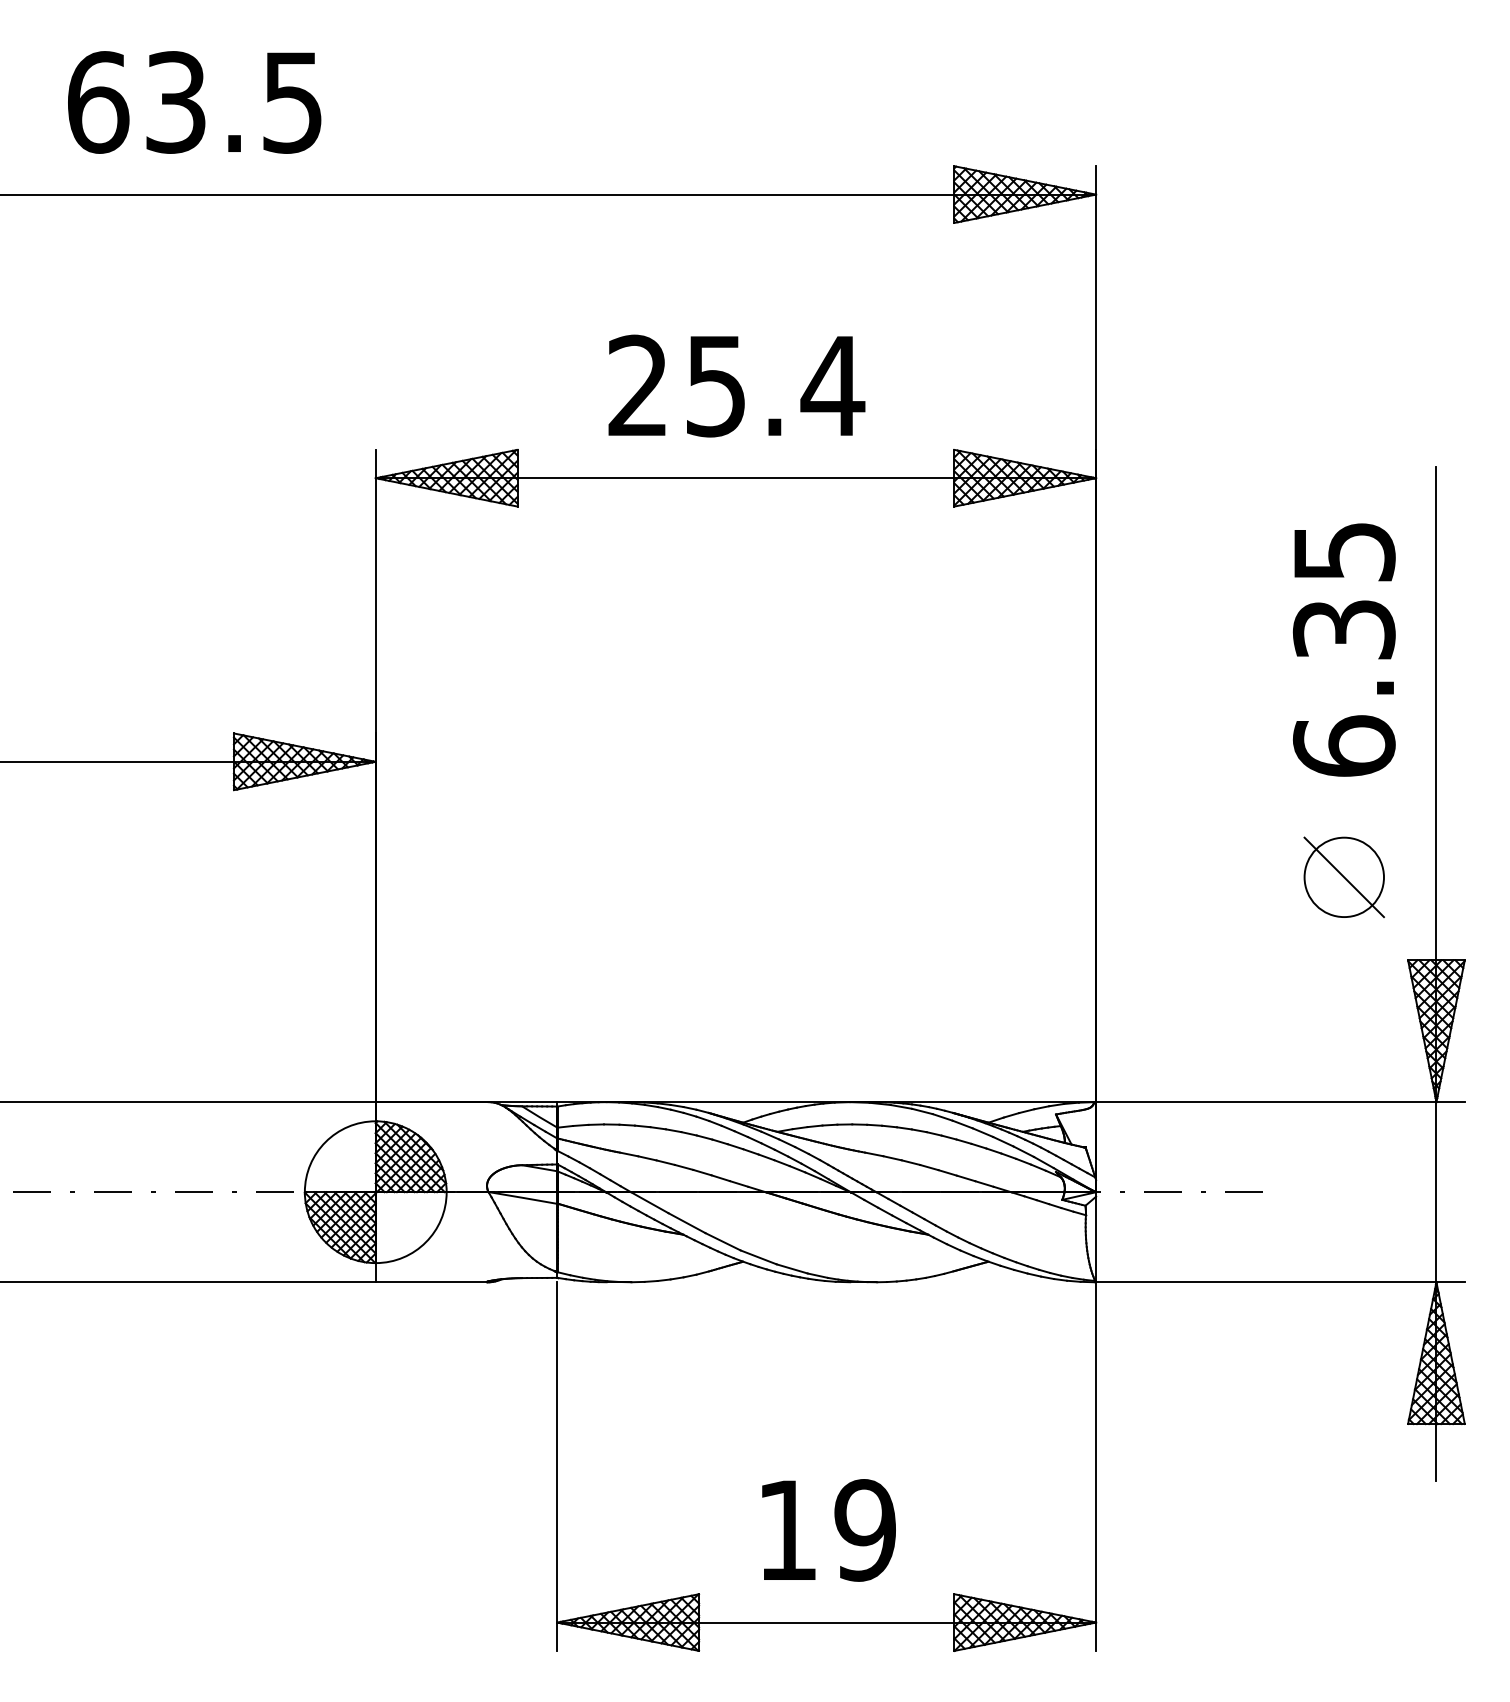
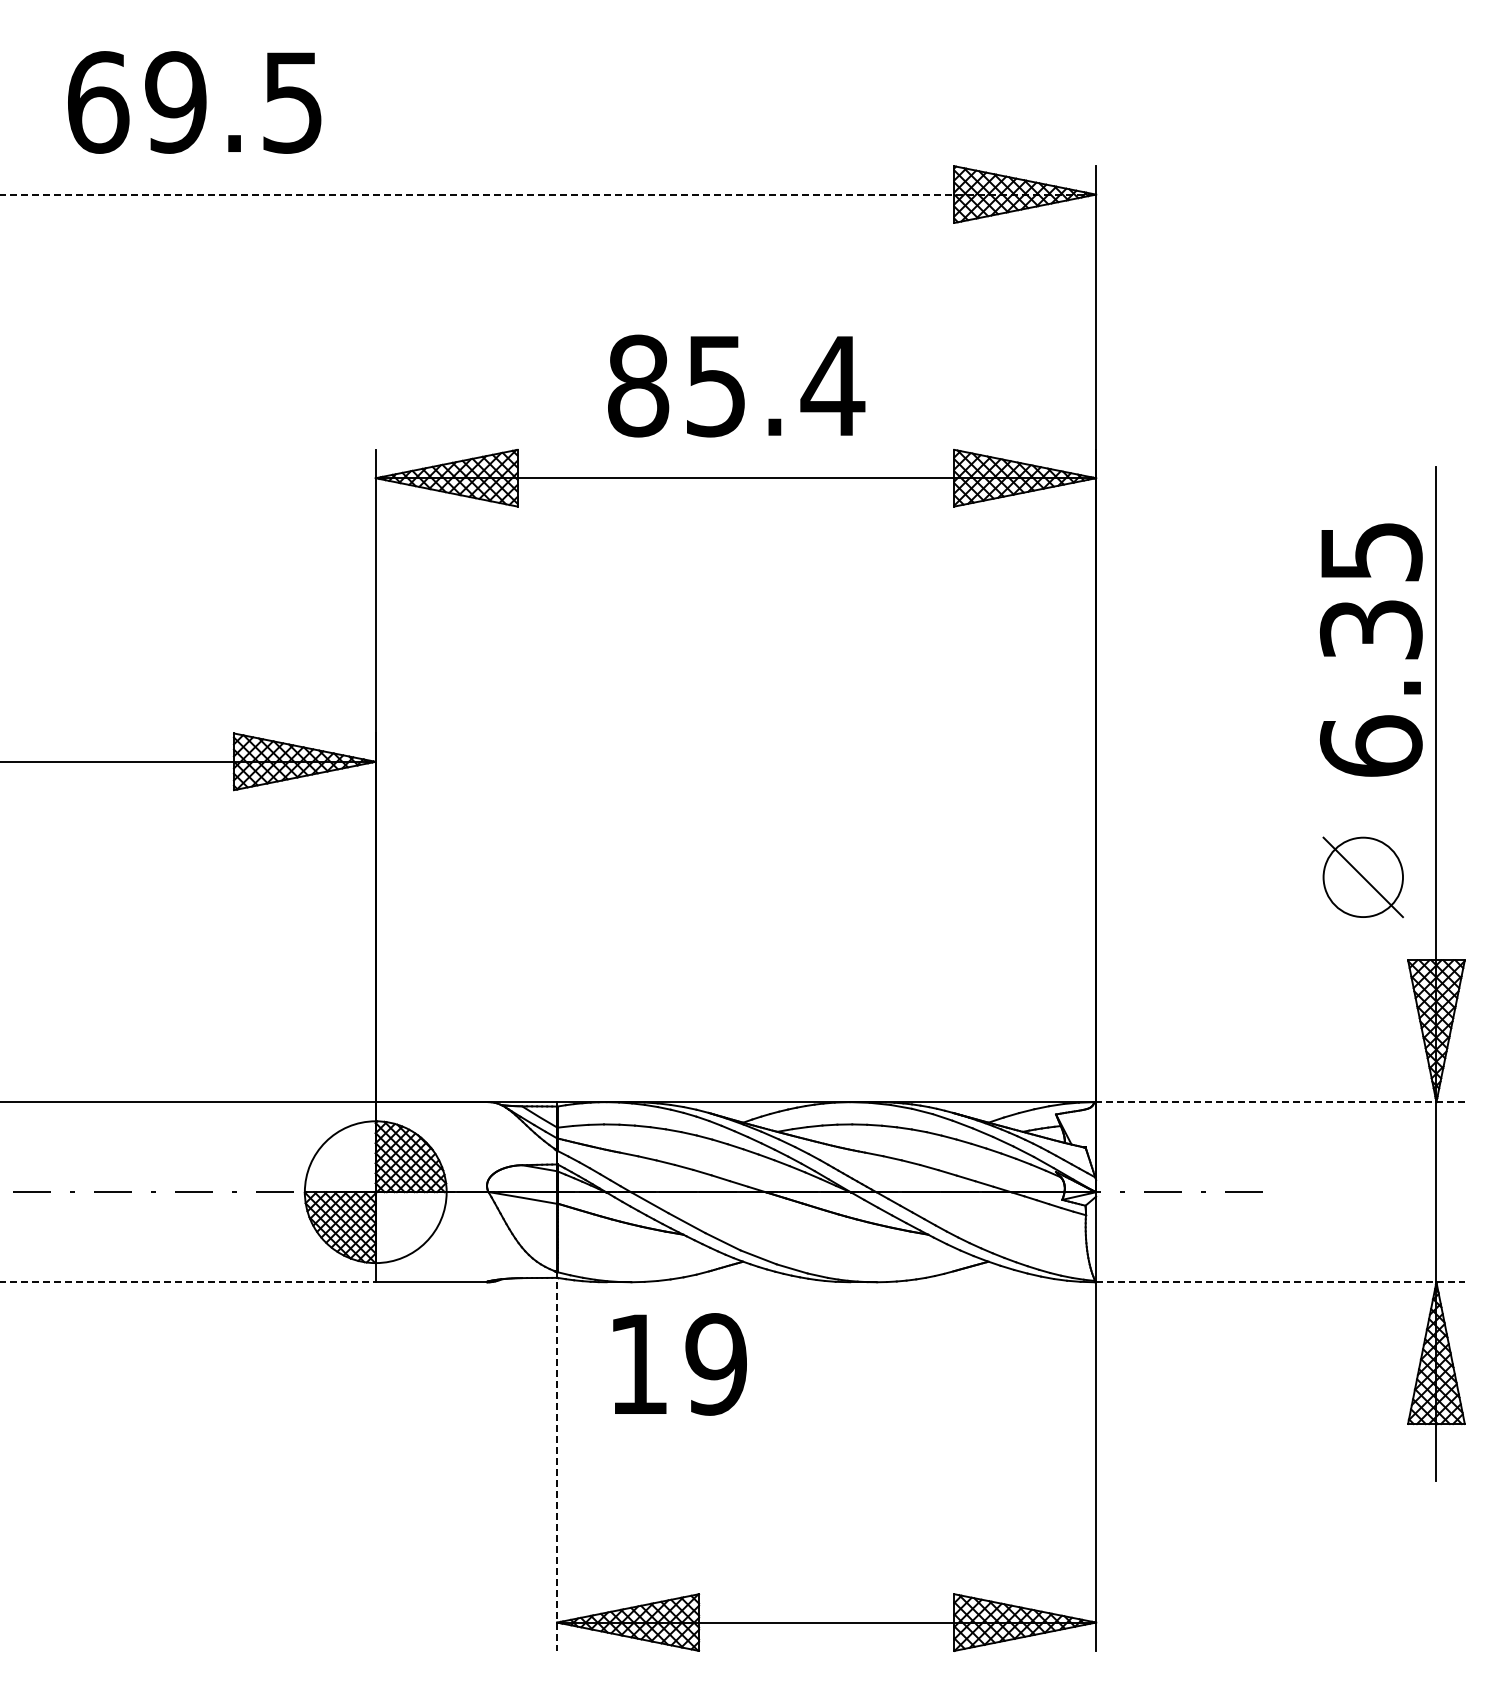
text at (175, 102): 63.5 -> 69.5
line at (548, 194): solid -> dashed
text at (638, 385): 25.4 -> 85.4
text at (1344, 649) position: (1344, 649) -> (1371, 649)
part at (1343, 876) position: (1343, 876) -> (1362, 876)
line at (1279, 1102): solid -> dashed
line at (187, 1282): solid -> dashed
line at (1280, 1282): solid -> dashed
line at (557, 1467): solid -> dashed
text at (828, 1530) position: (828, 1530) -> (679, 1364)
